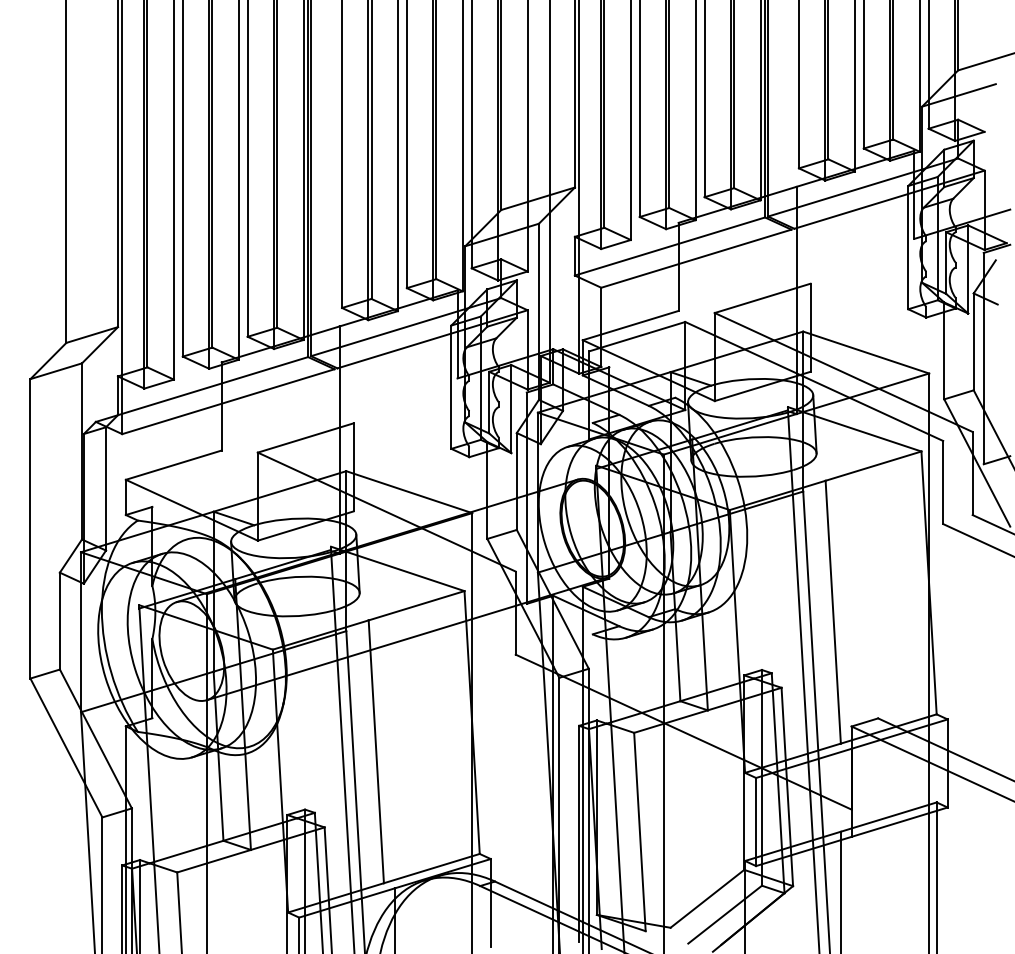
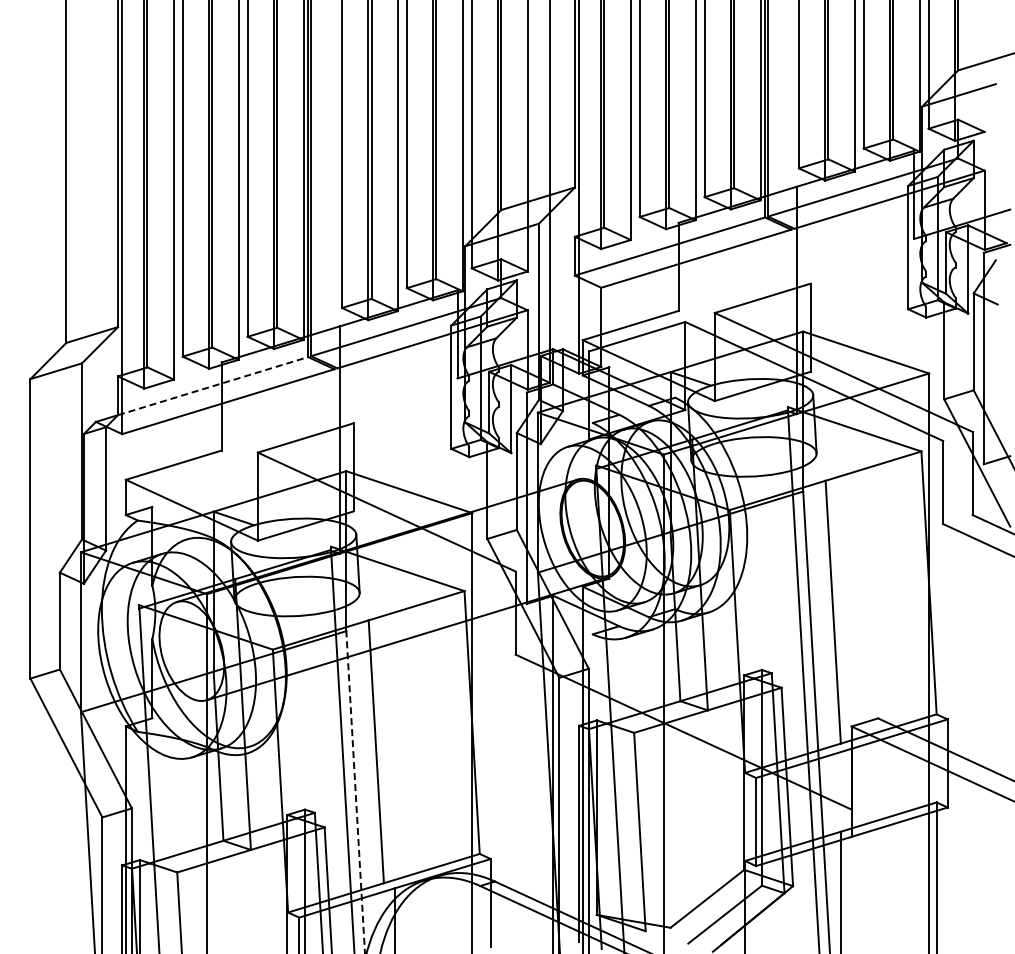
line at (213, 386): solid -> dashed
line at (355, 791): solid -> dashed
